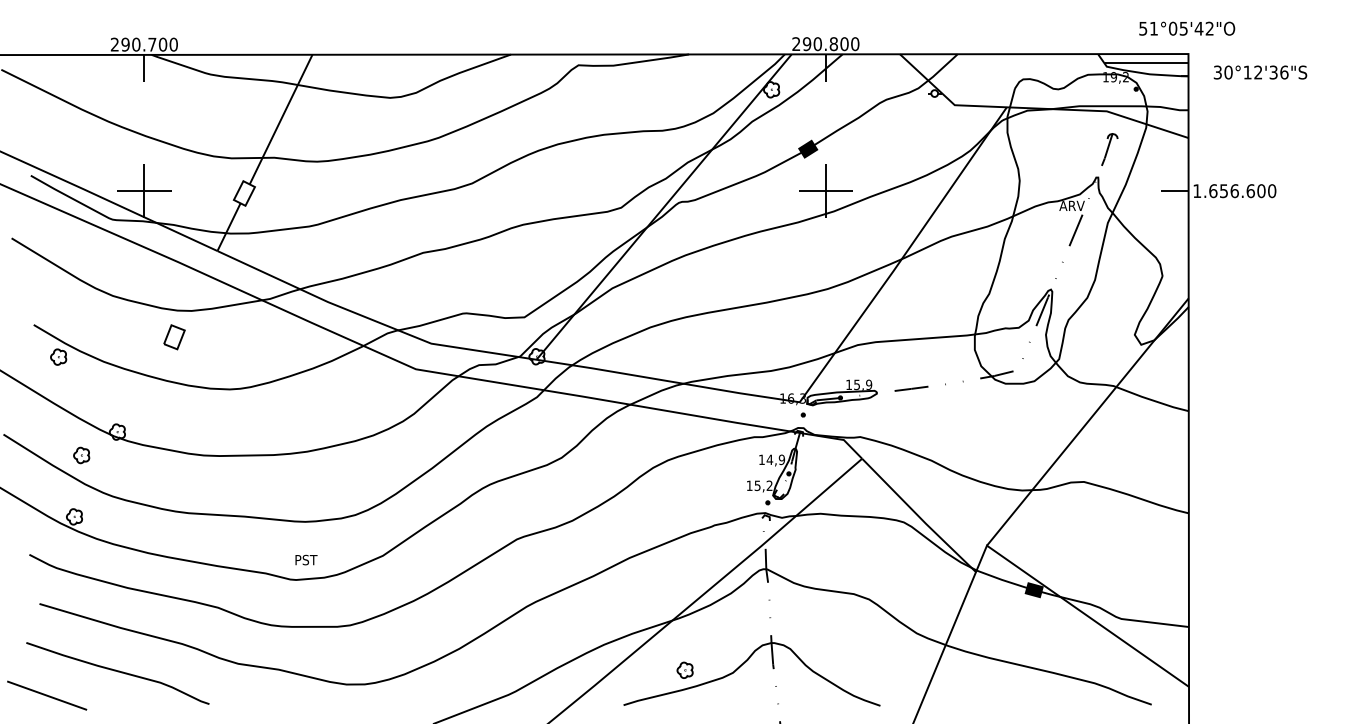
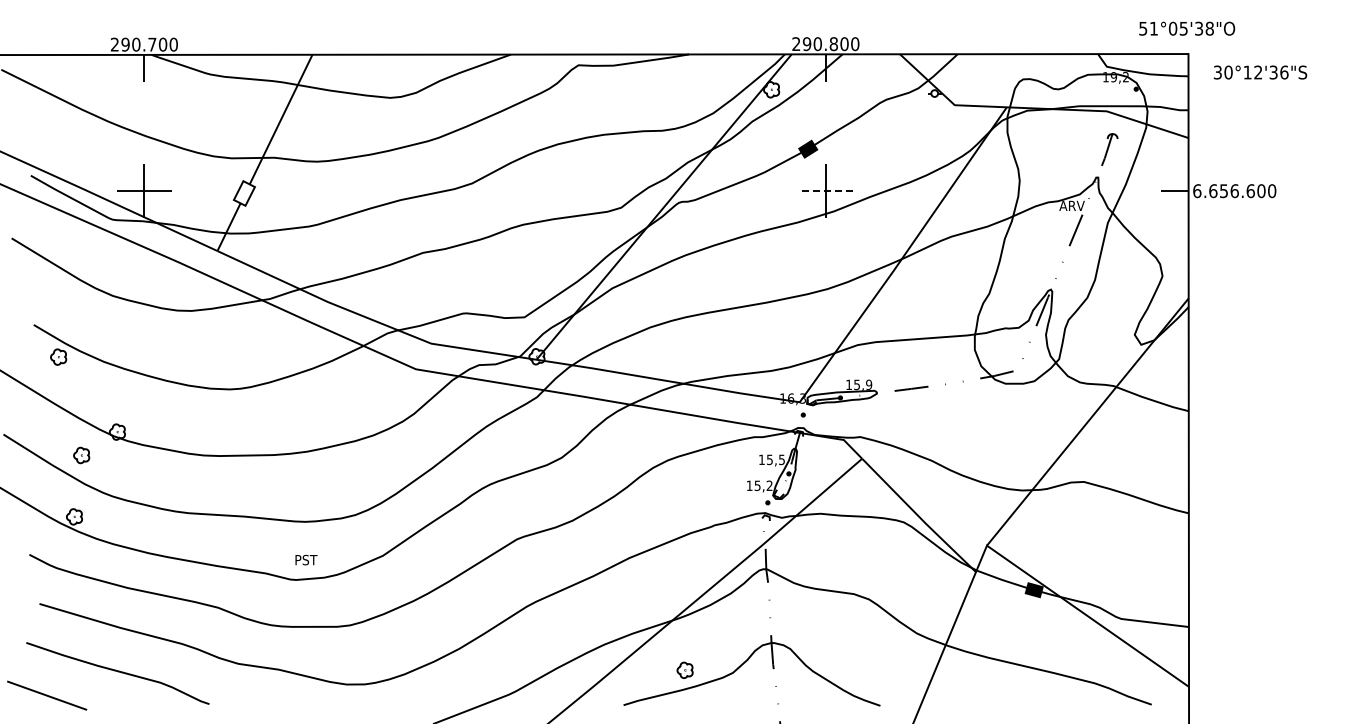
text at (1203, 28): 51°05'42"O -> 51°05'38"O
hatch at (1146, 69): present -> none
line at (825, 191): solid -> dashed
text at (1197, 191): 1.656.600 -> 6.656.600
part at (174, 337): present -> none
text at (775, 459): 14,9 -> 15,5
